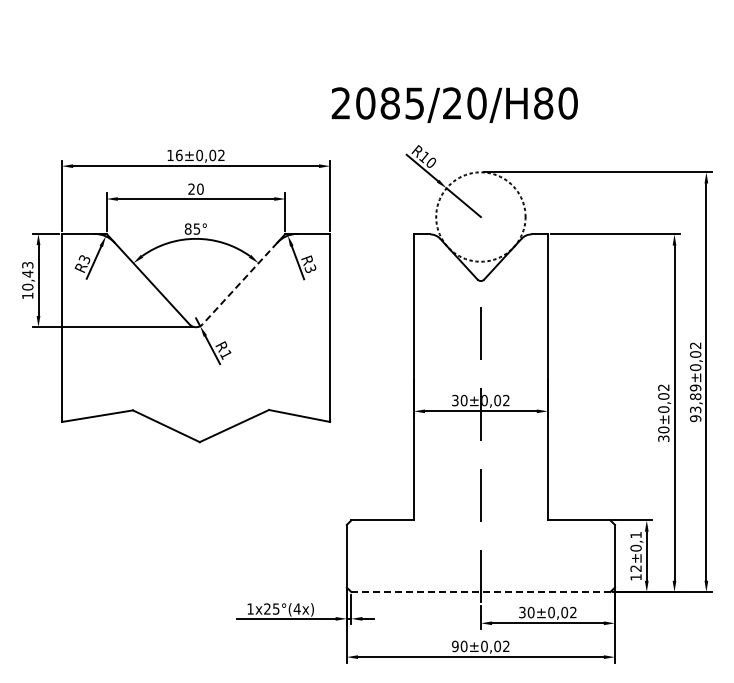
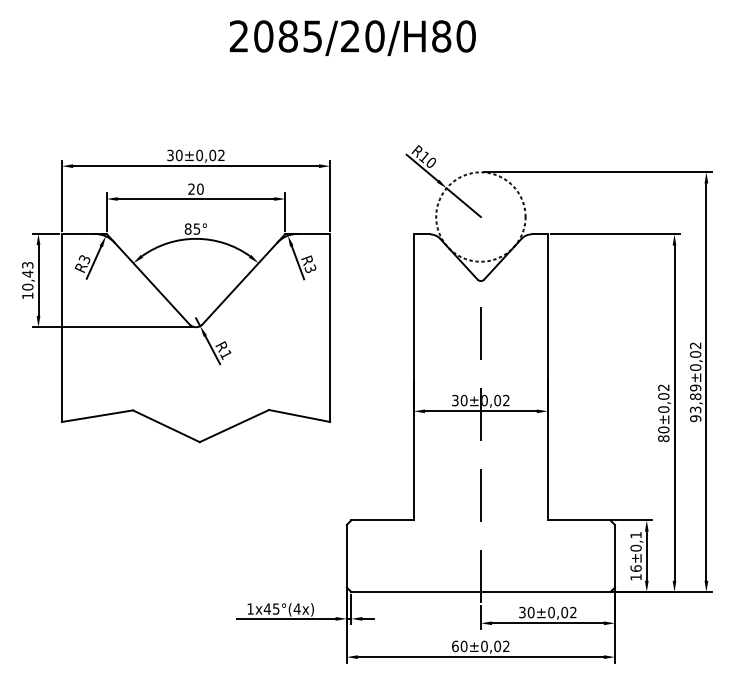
text at (454, 104) position: (454, 104) -> (352, 37)
text at (174, 155): 16±0,02 -> 30±0,02
line at (239, 283): dashed -> solid
text at (663, 438): 30±0,02 -> 80±0,02
text at (635, 568): 12±0,1 -> 16±0,1
line at (480, 592): dashed -> solid
text at (267, 608): 1x25°(4x) -> 1x45°(4x)
text at (455, 646): 90±0,02 -> 60±0,02
